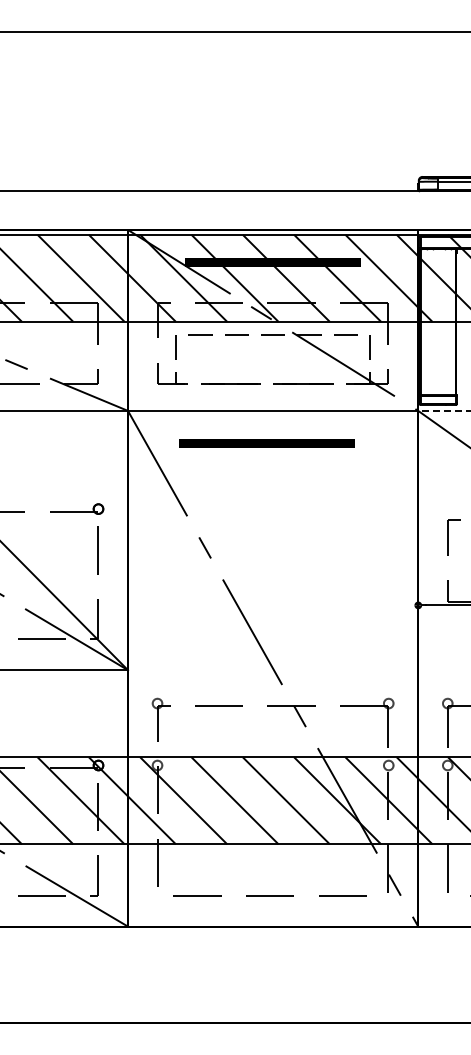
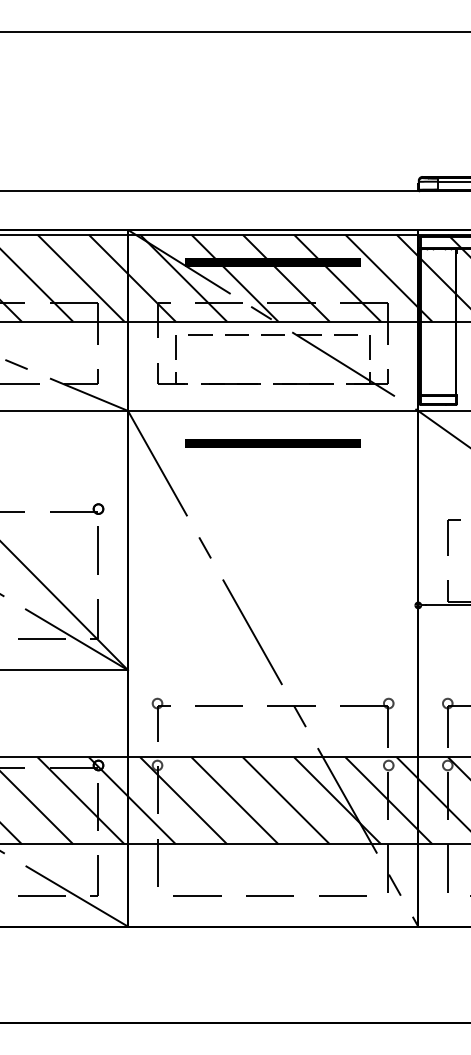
line at (444, 410): dashed -> solid
part at (266, 443) position: (266, 443) -> (272, 443)
